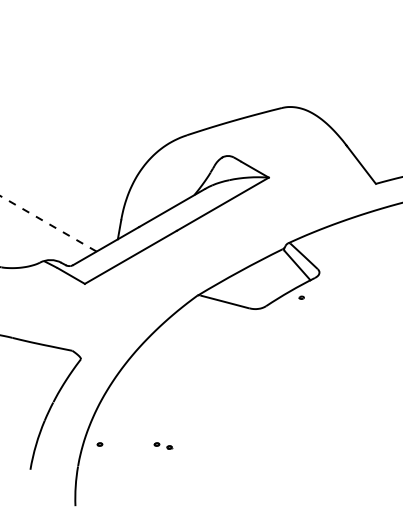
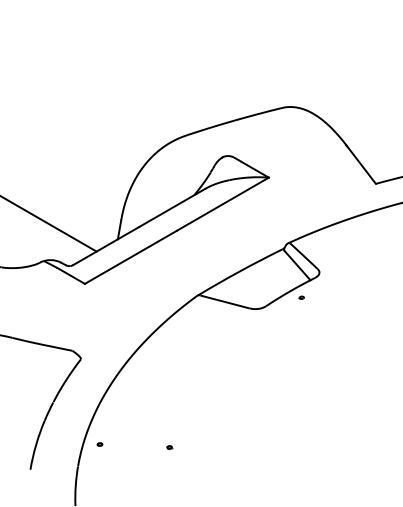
line at (48, 223): dashed -> solid
part at (156, 444): present -> none
